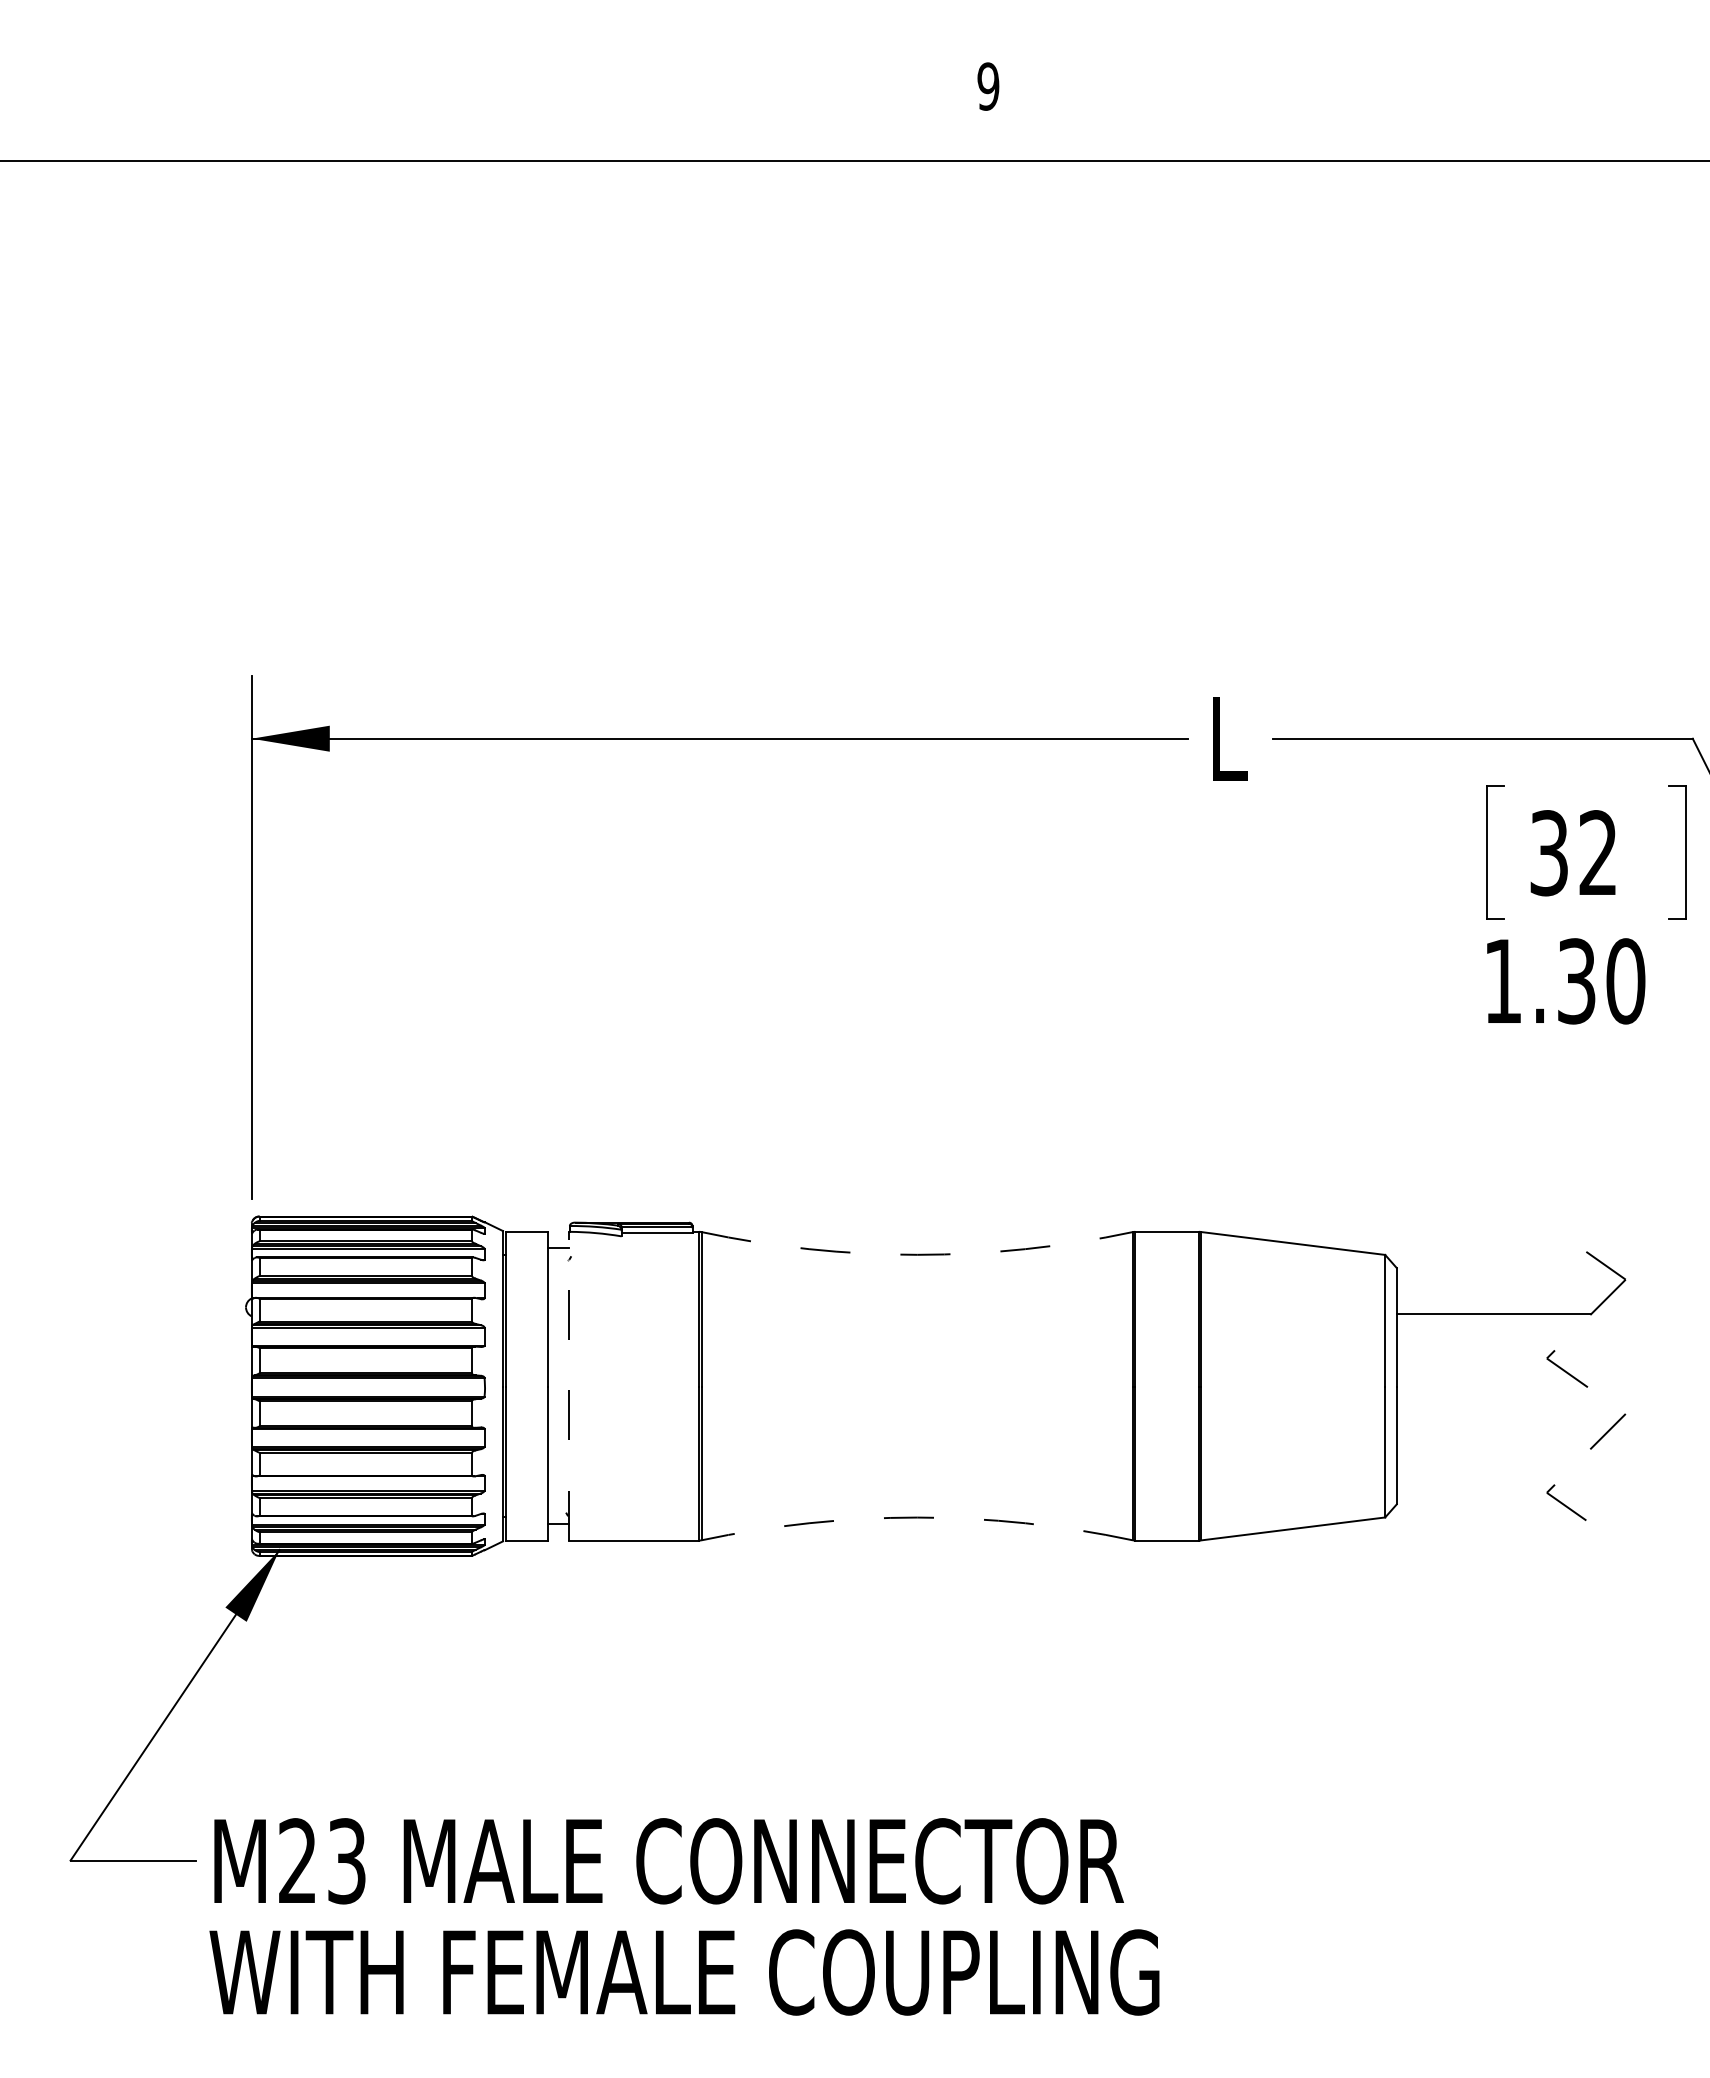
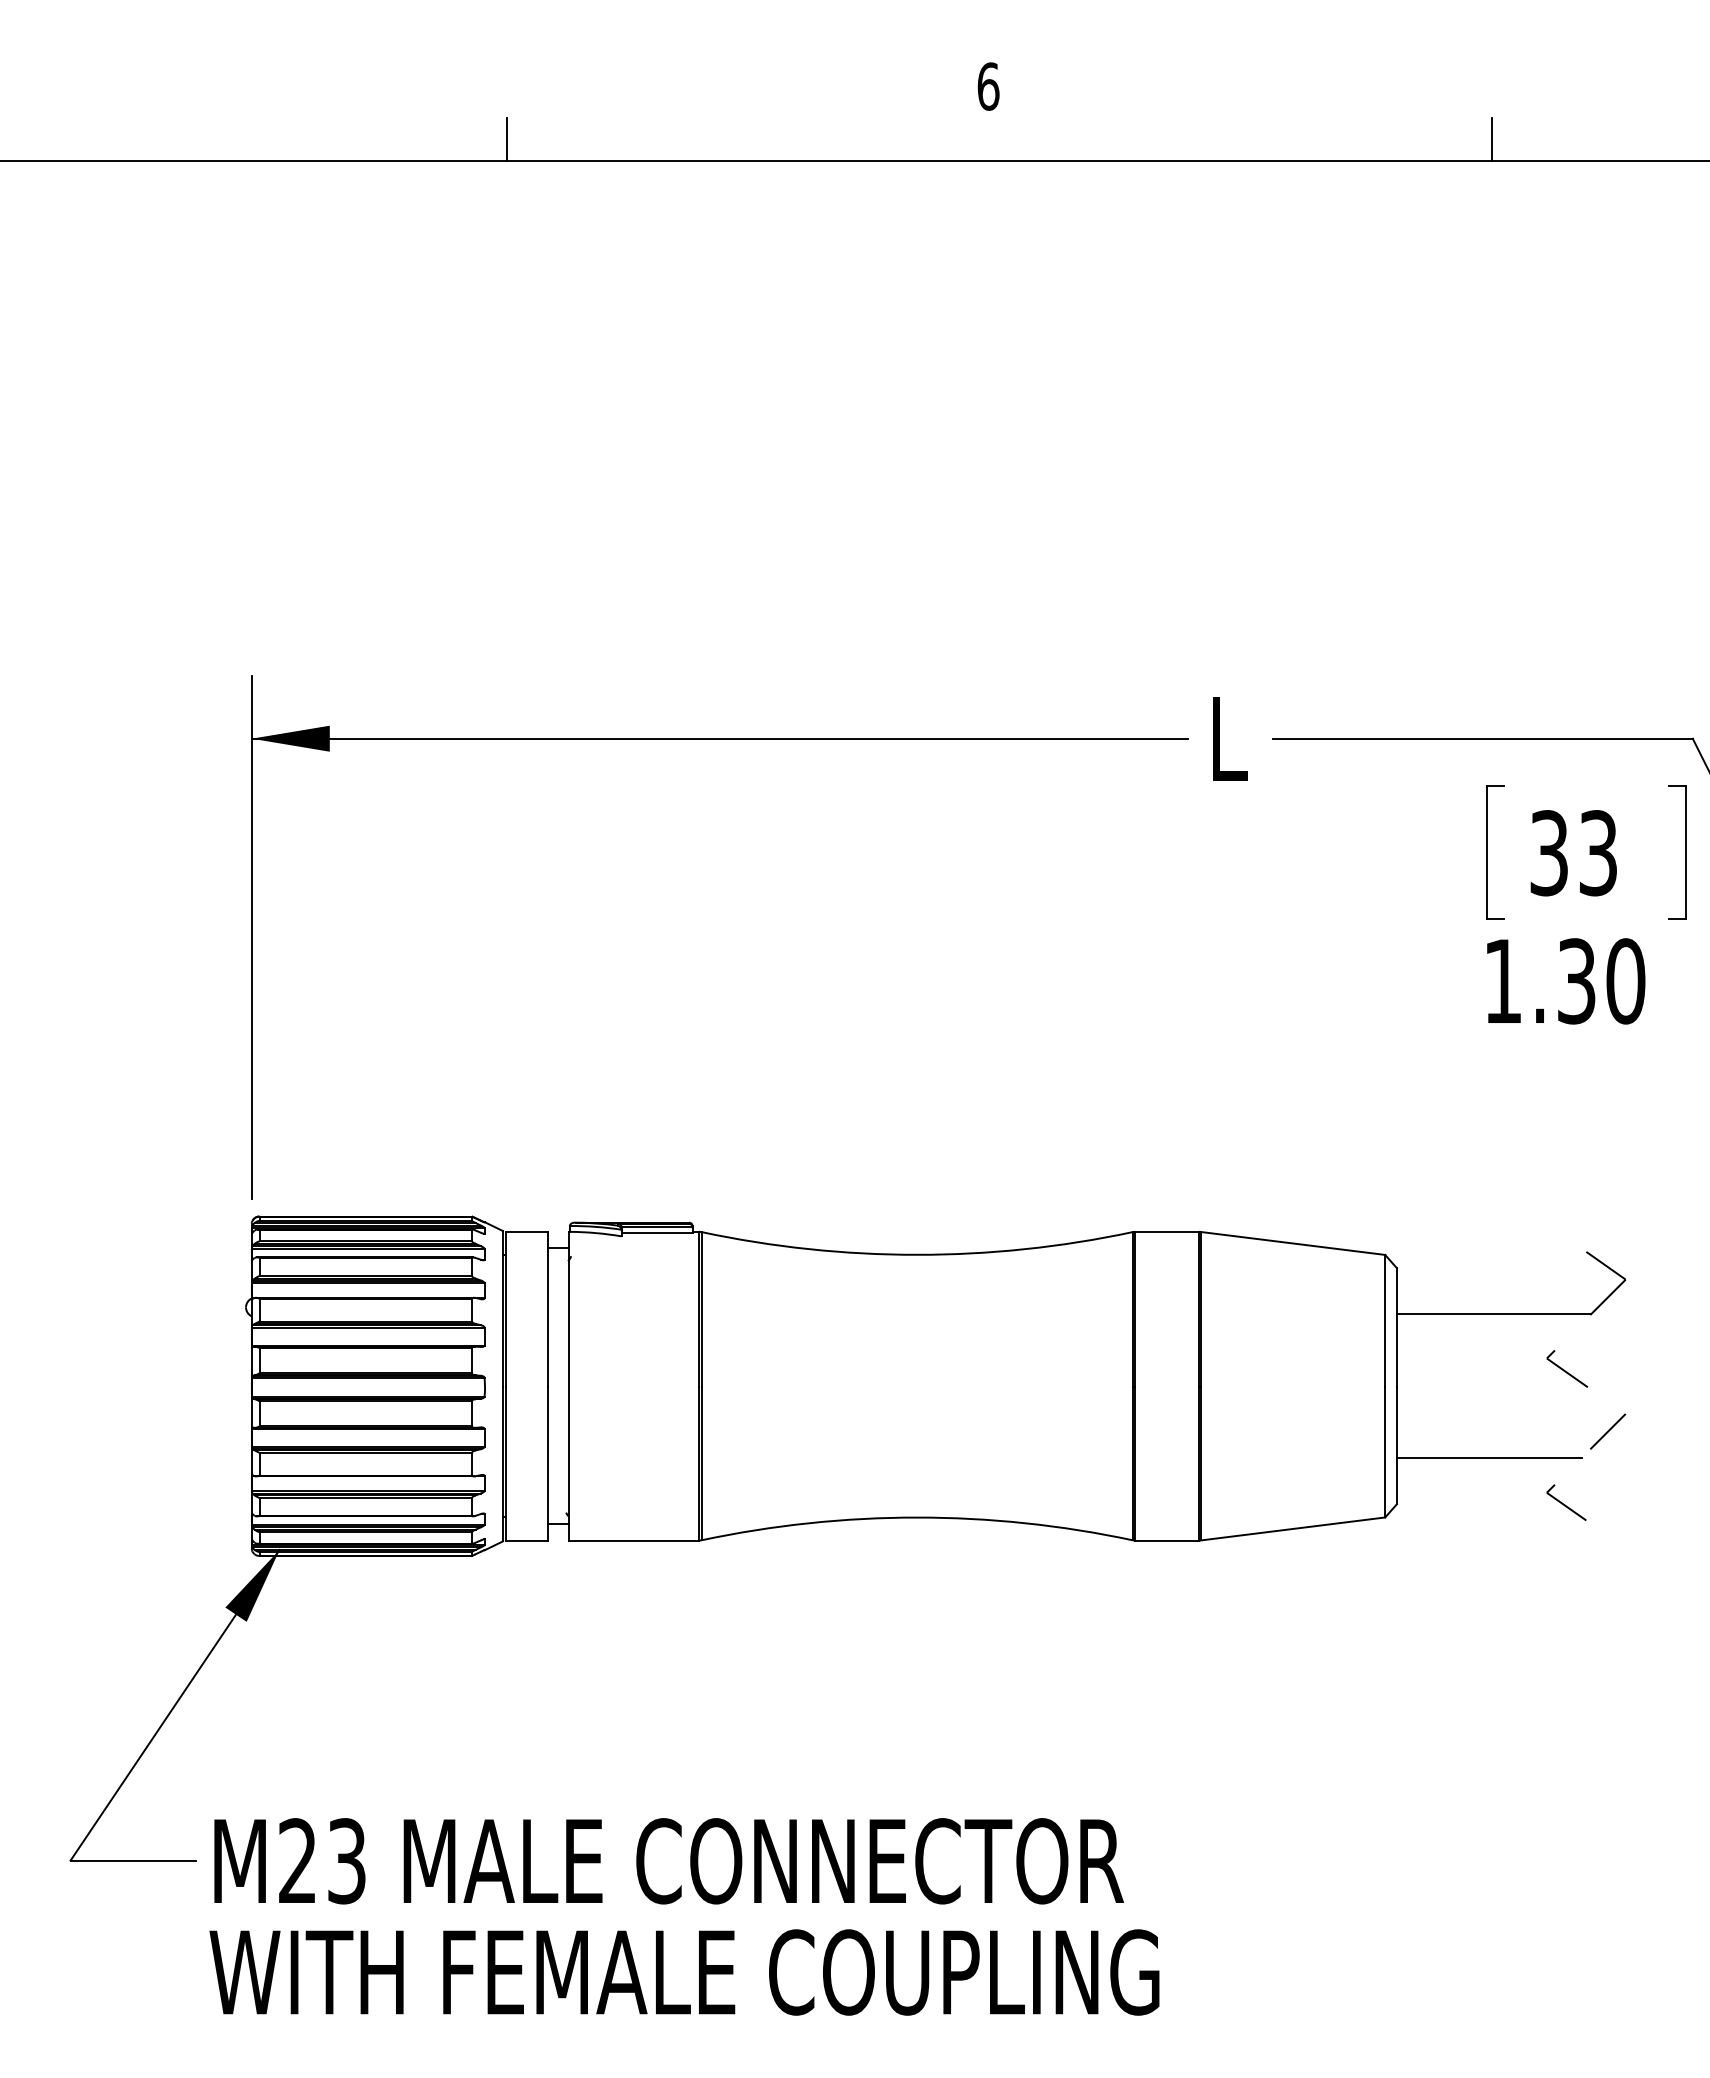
text at (988, 86): 9 -> 6
line at (506, 139): none -> present
line at (1492, 139): none -> present
text at (1597, 853): 32 -> 33
arc at (917, 1254): dashed -> solid
line at (569, 1385): dashed -> solid
line at (1488, 1457): none -> present
arc at (917, 1517): dashed -> solid
